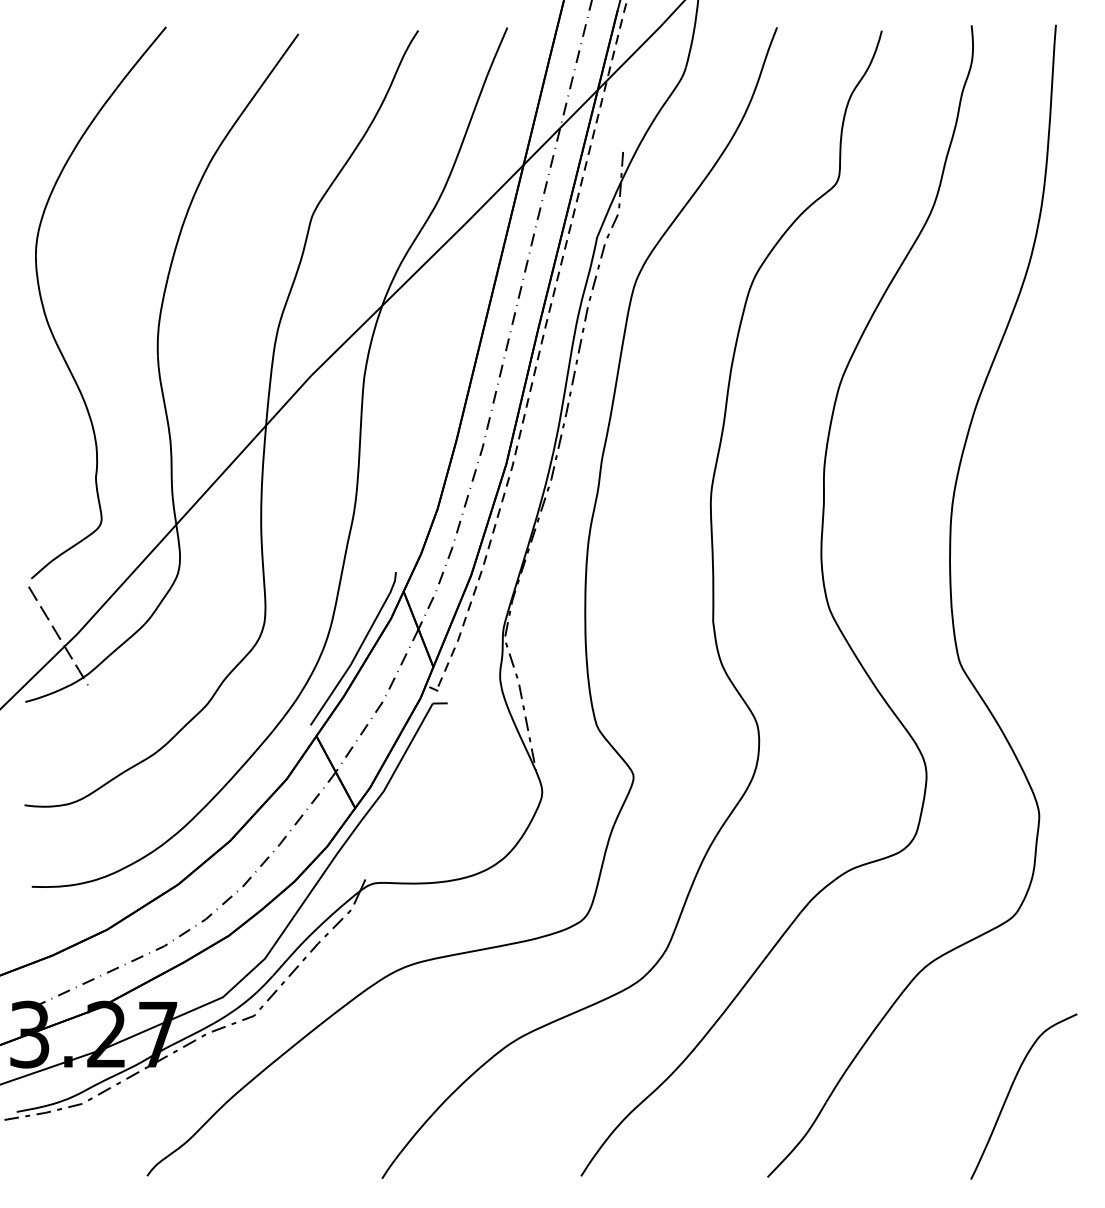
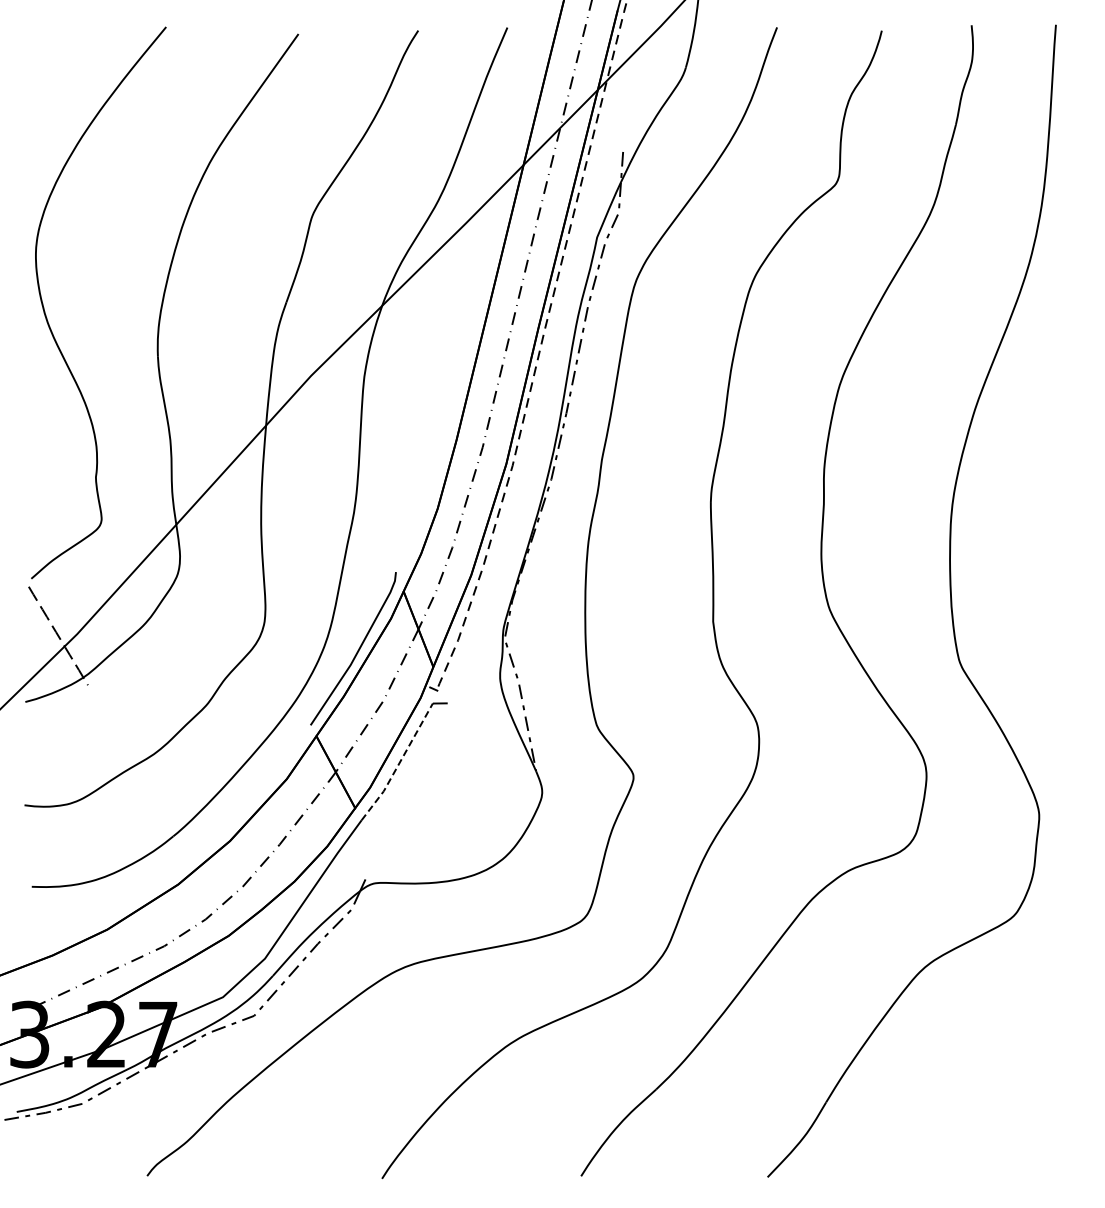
line at (399, 763): solid -> dashed
part at (1011, 1089): present -> none
